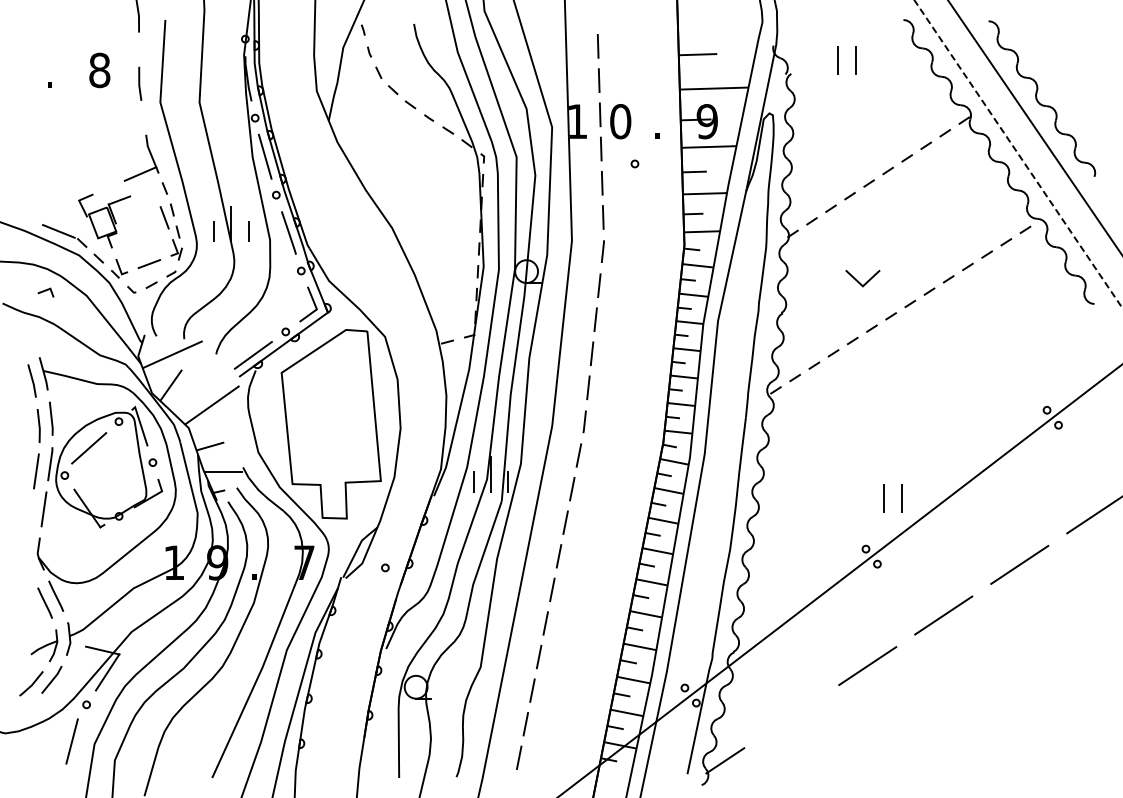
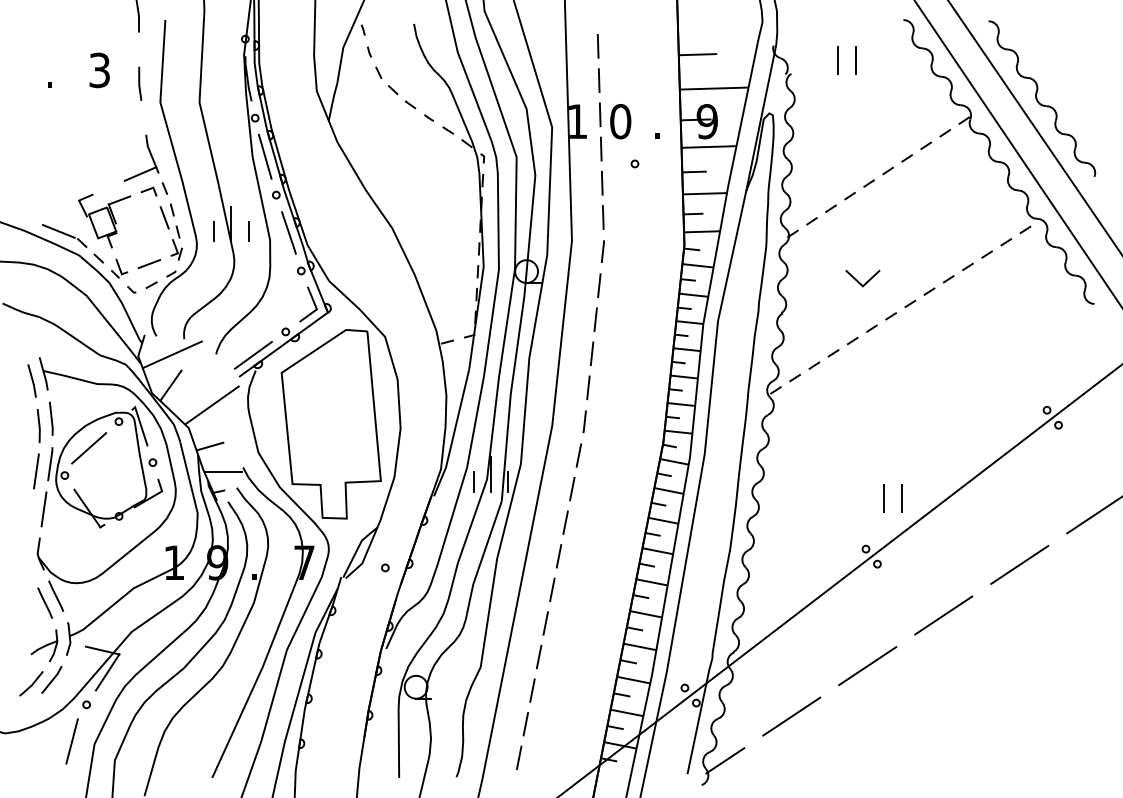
text at (99, 70): 8 -> 3
line at (1018, 154): dashed -> solid
line at (45, 291) position: (45, 291) -> (148, 190)
line at (791, 716): none -> present
